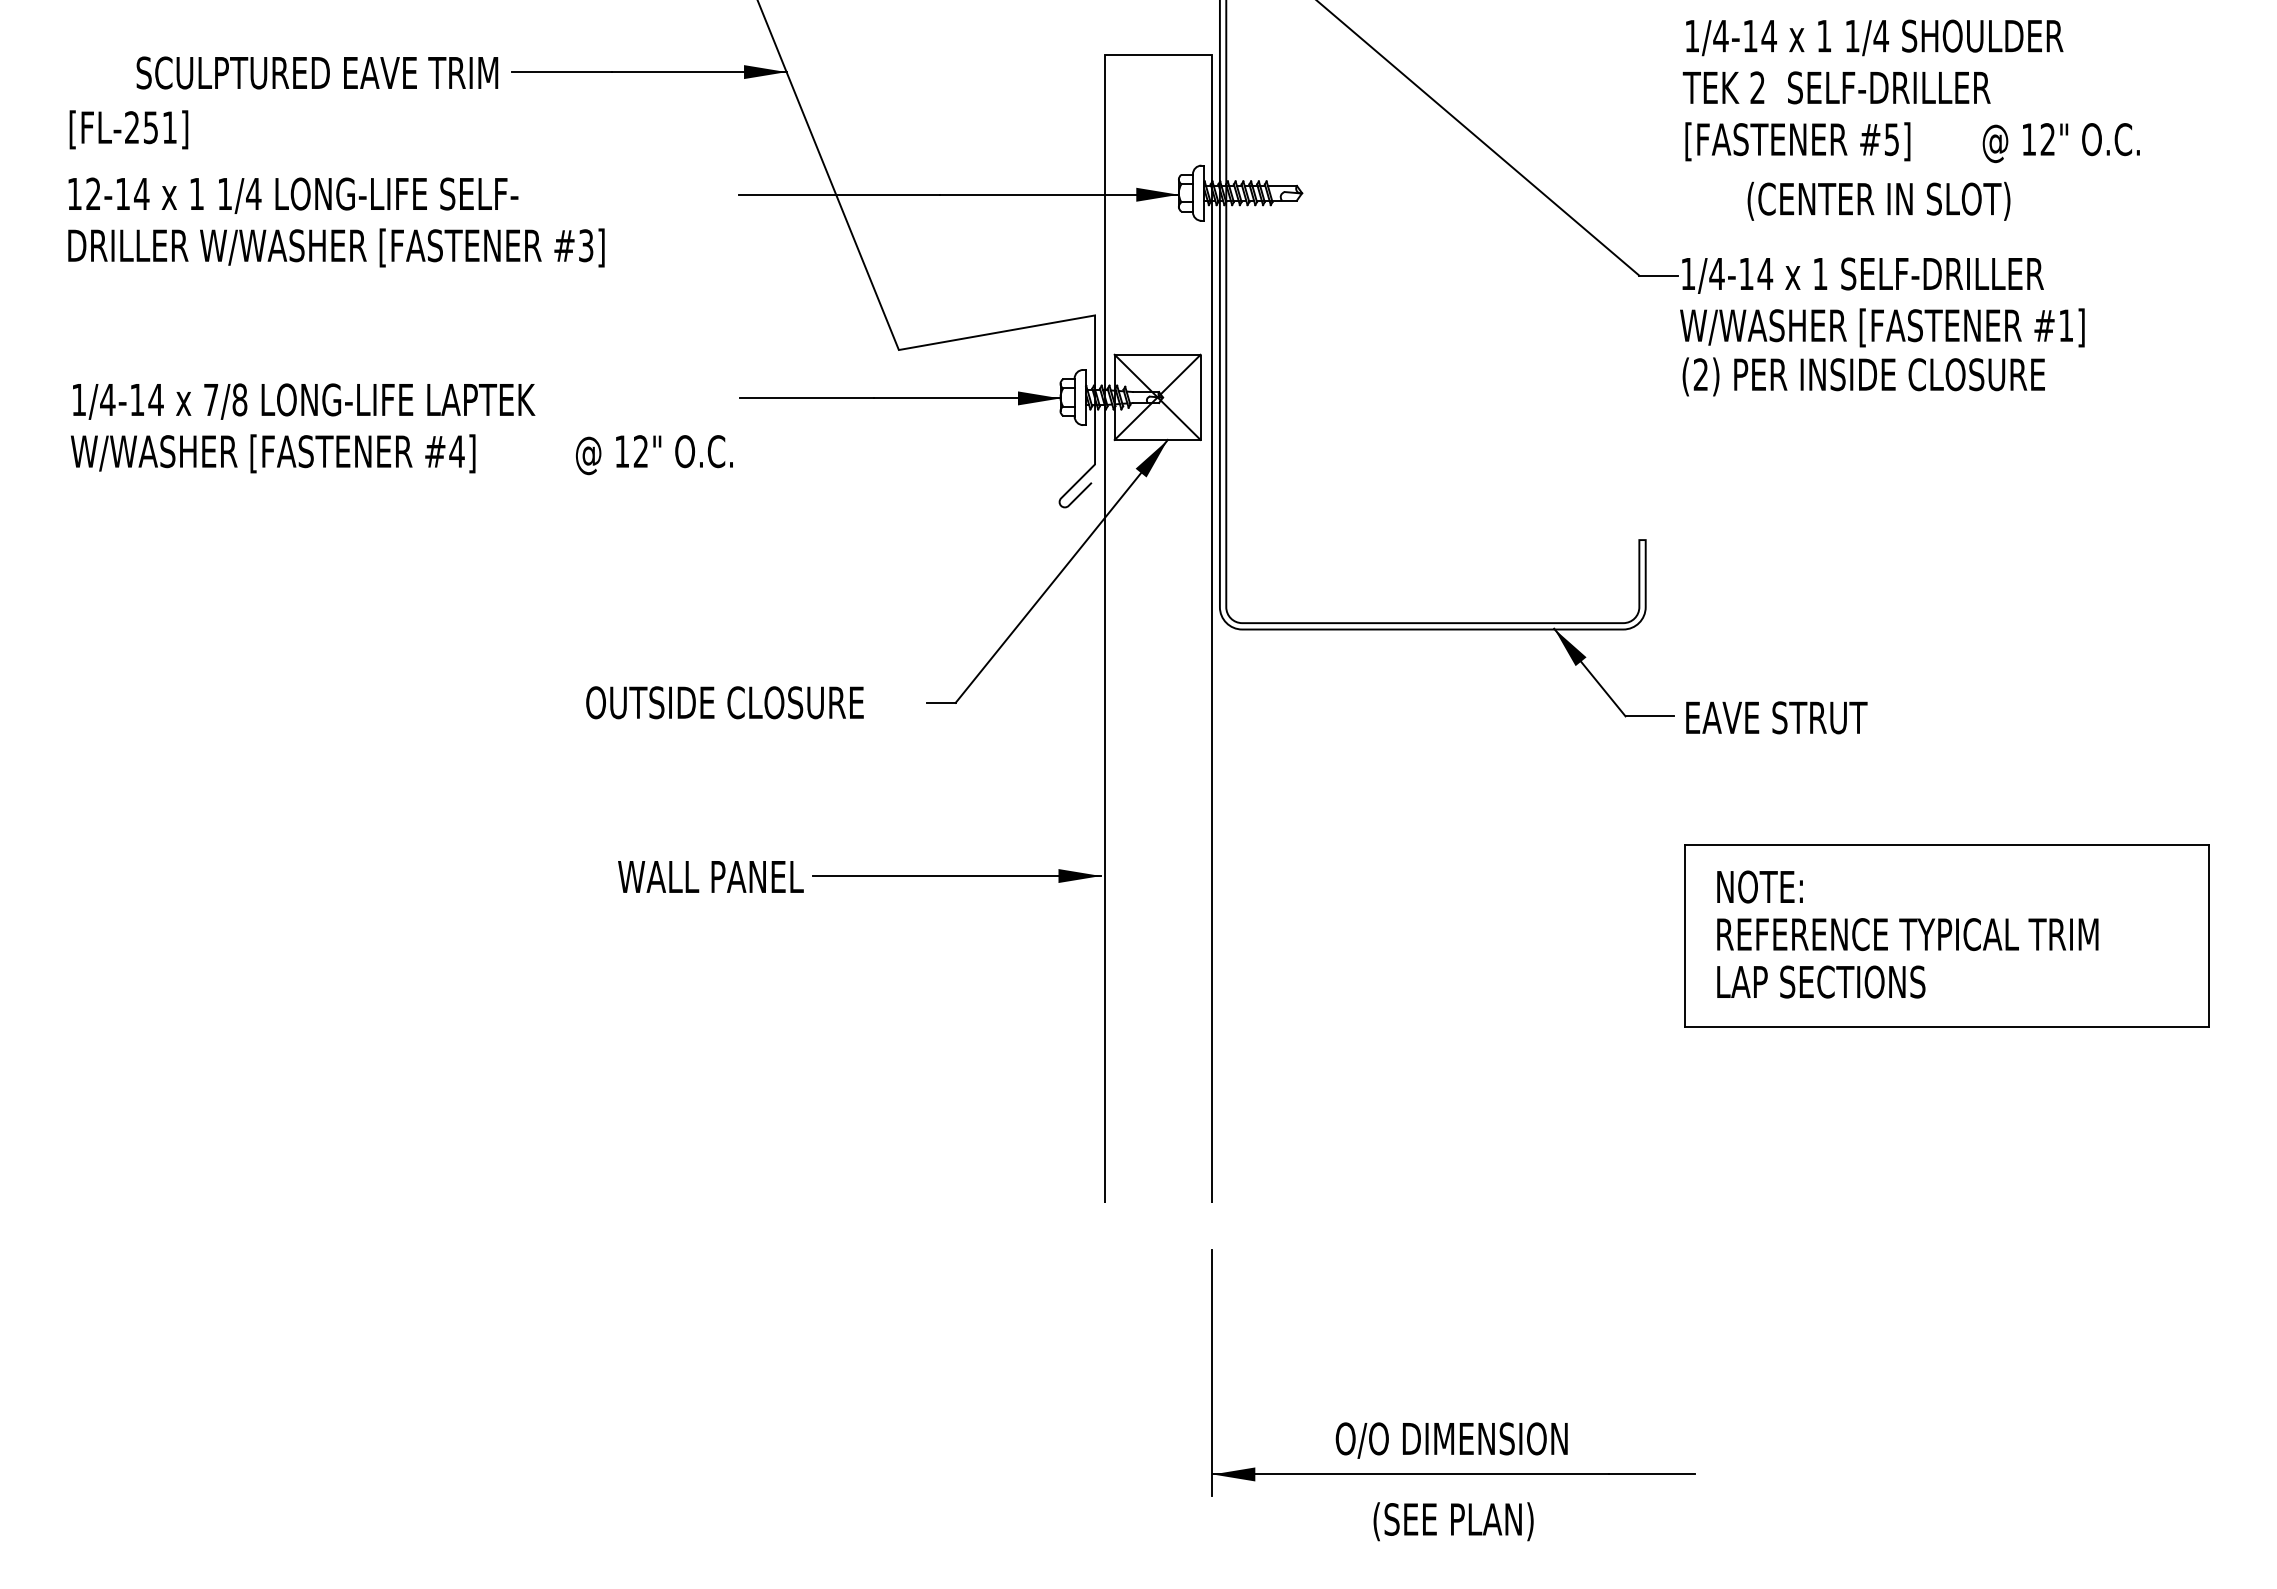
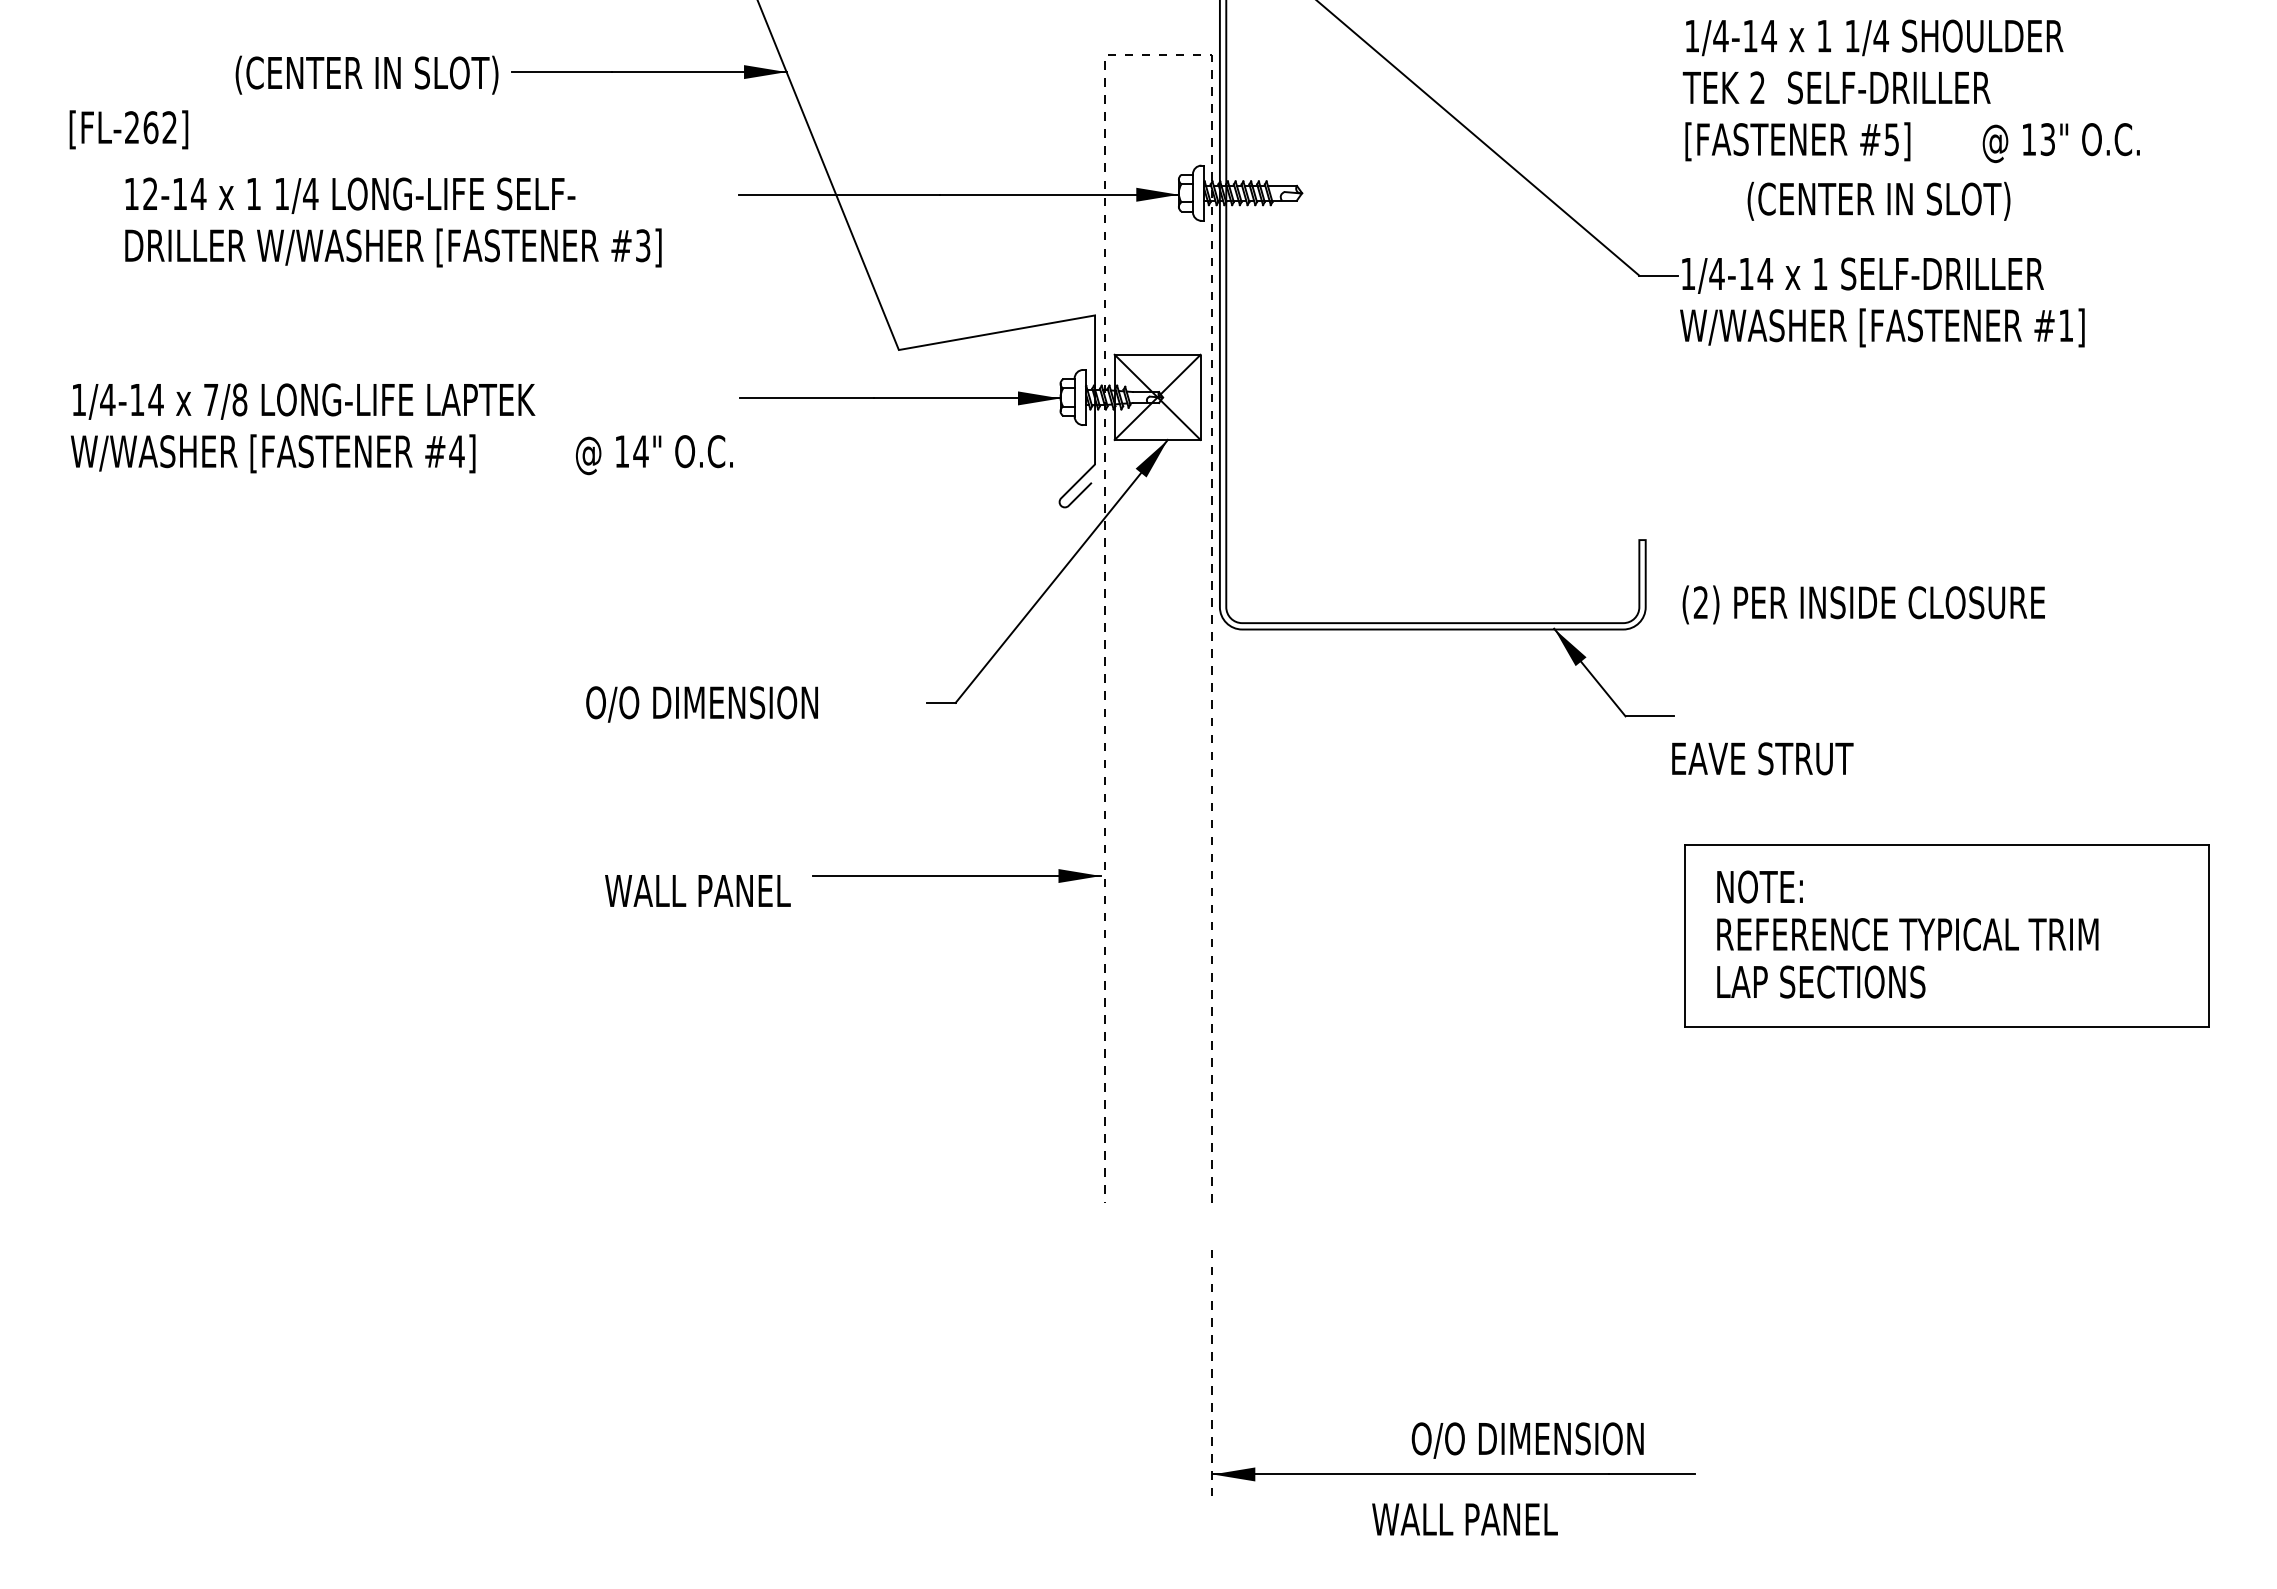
line at (1157, 55): solid -> dashed
text at (317, 74): SCULPTURED EAVE TRIM -> (CENTER IN SLOT)
text at (159, 127): [FL-251] -> [FL-262]
text at (2047, 139): 12" -> 13"
text at (336, 222) position: (336, 222) -> (393, 222)
text at (1863, 376) position: (1863, 376) -> (1863, 604)
text at (640, 451): 12" -> 14"
text at (735, 704): OUTSIDE CLOSURE -> O/O DIMENSION
text at (1776, 717) position: (1776, 717) -> (1762, 758)
text at (710, 876) position: (710, 876) -> (697, 890)
line at (1211, 1372): solid -> dashed
text at (1451, 1440) position: (1451, 1440) -> (1527, 1440)
text at (1464, 1521): (SEE PLAN) -> WALL PANEL
